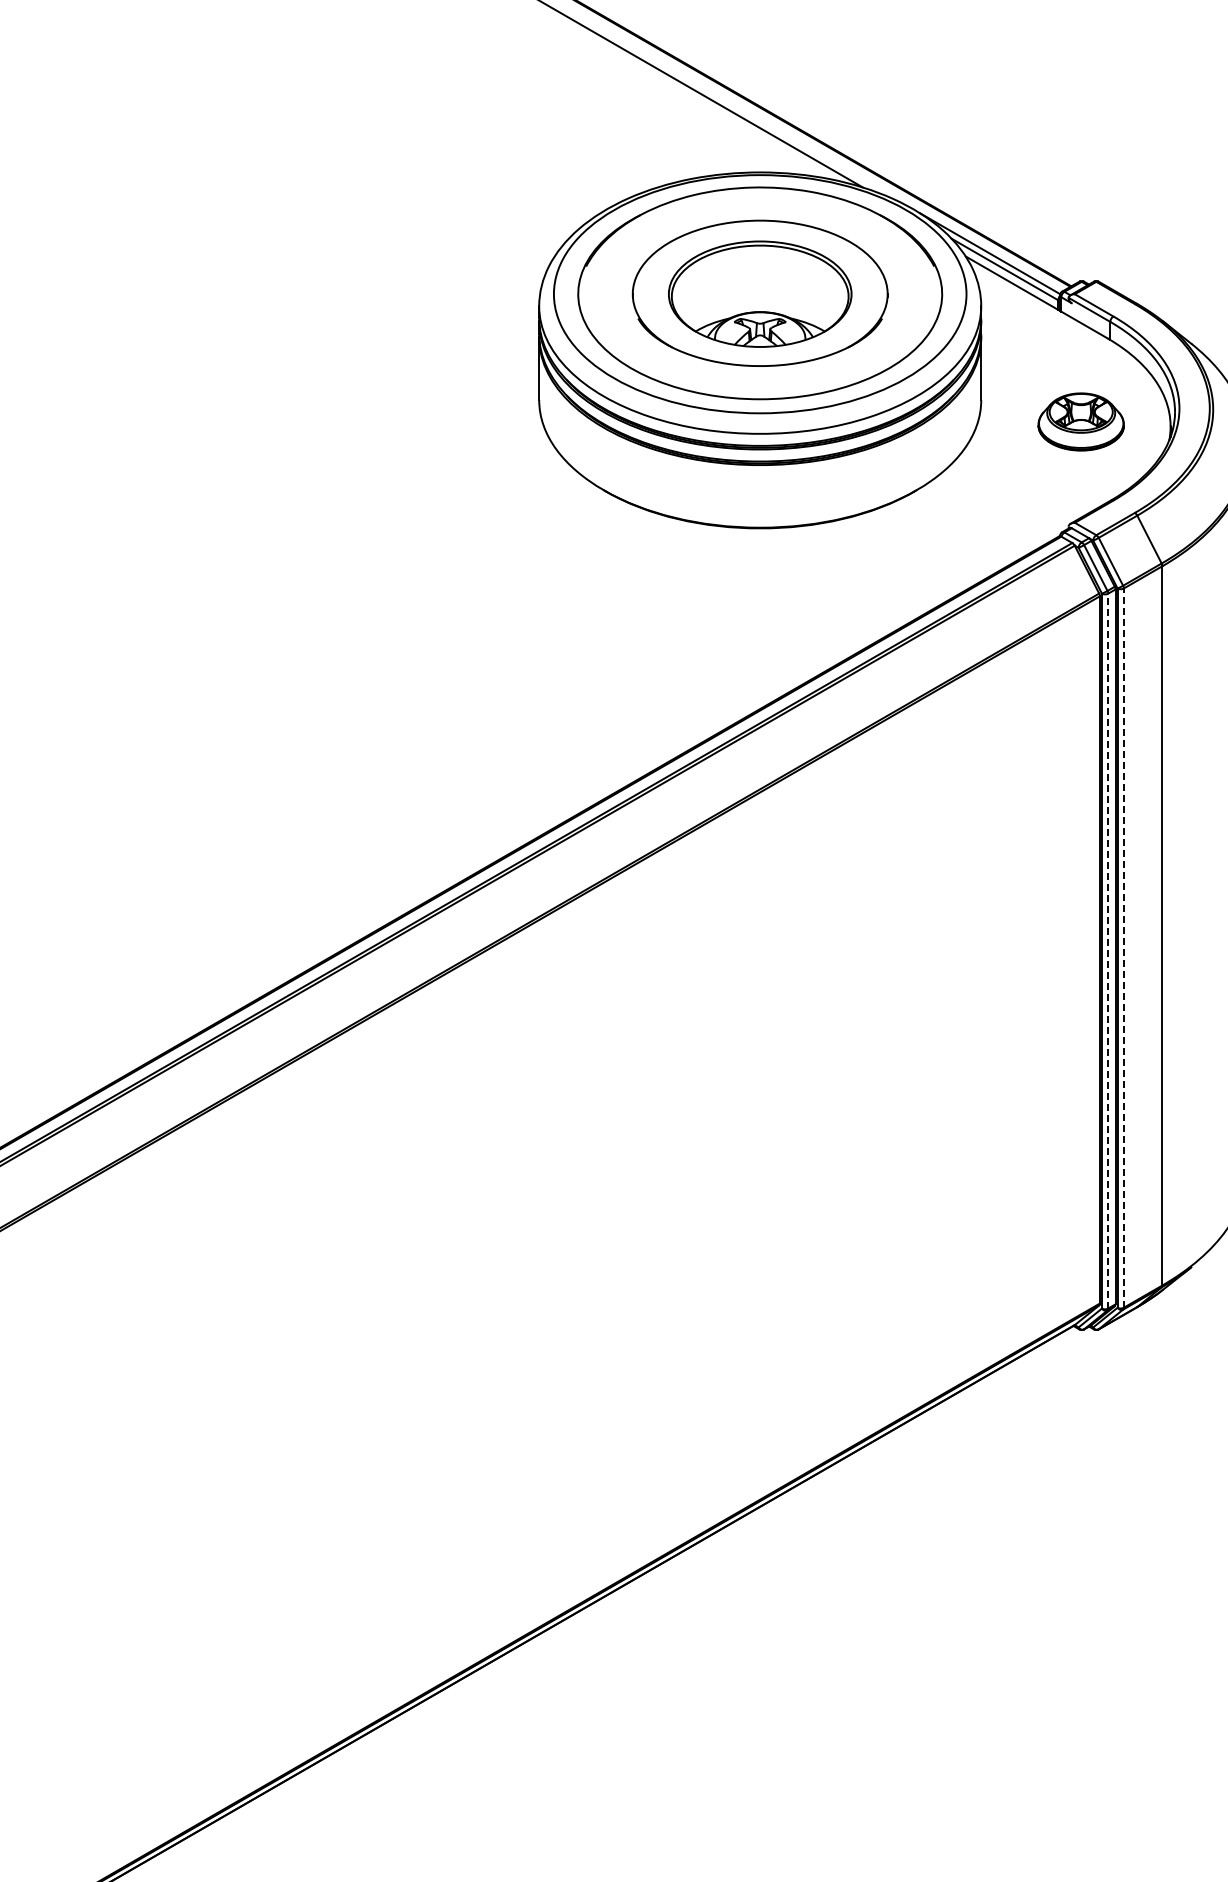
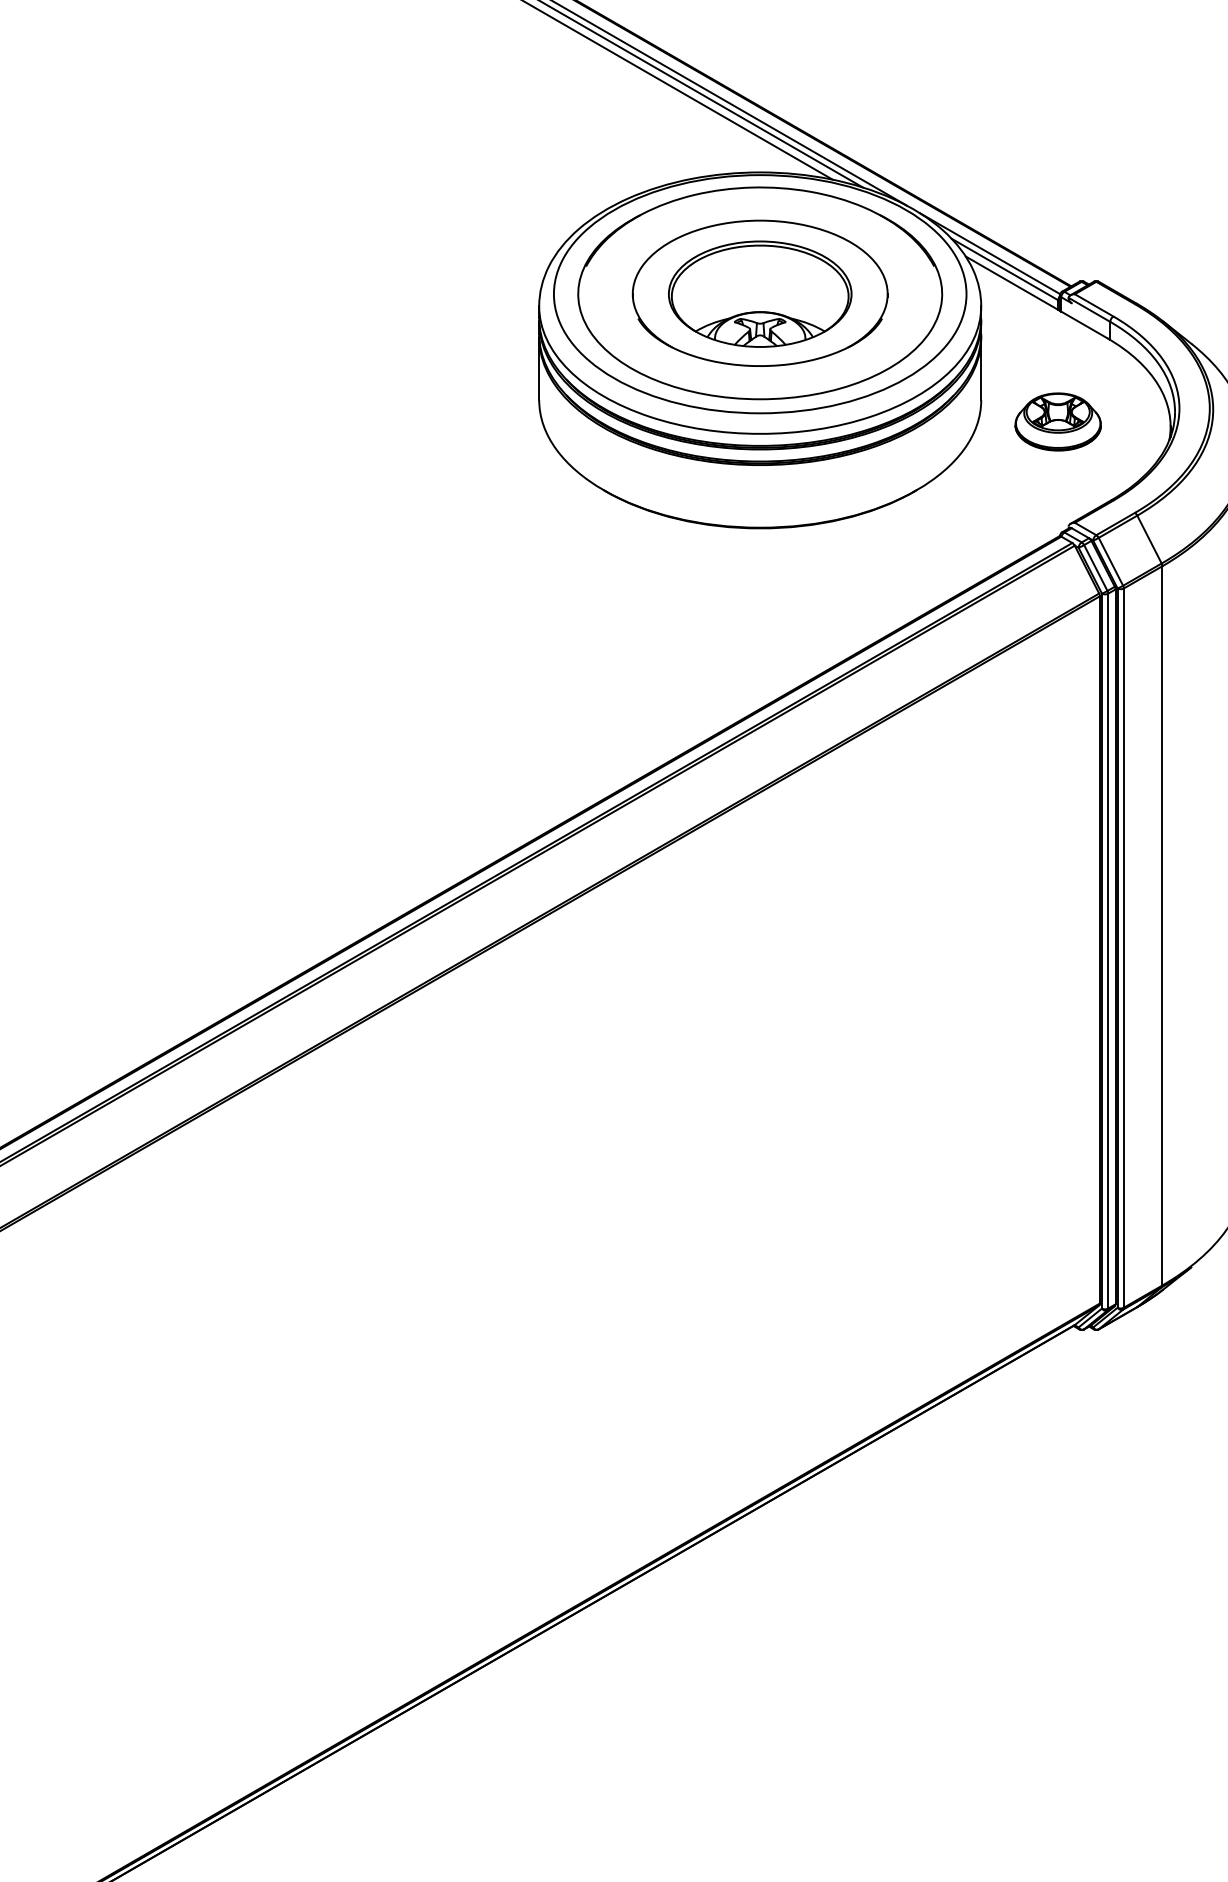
line at (678, 90): none -> present
line at (730, 103): none -> present
part at (1080, 421) position: (1080, 421) -> (1057, 421)
line at (1123, 948): dashed -> solid
line at (1108, 950): dashed -> solid
